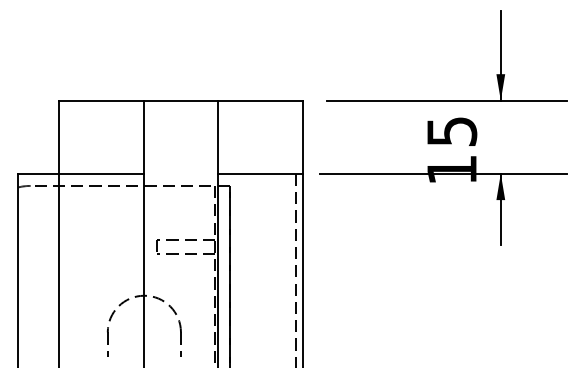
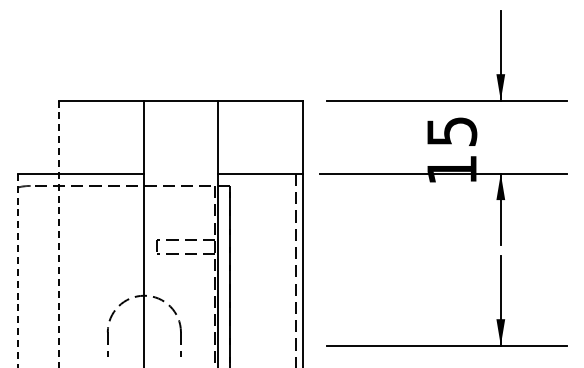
line at (58, 234): solid -> dashed
line at (17, 270): solid -> dashed
part at (446, 345): none -> present
